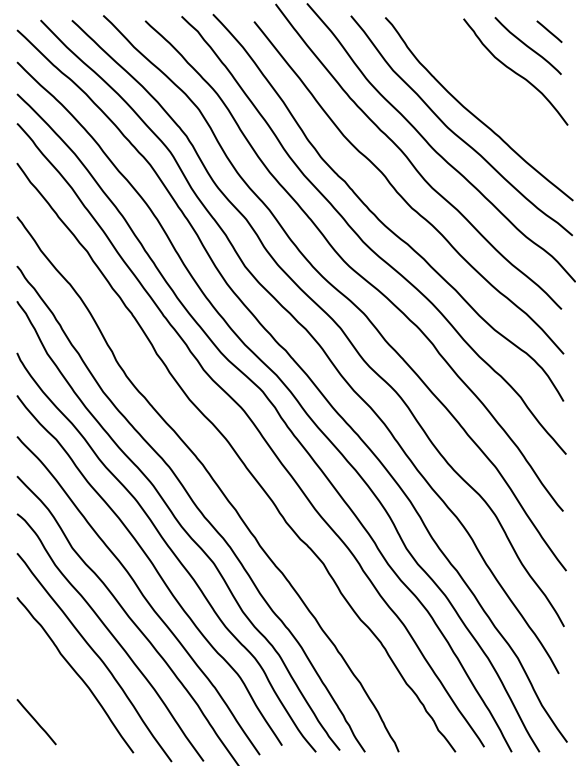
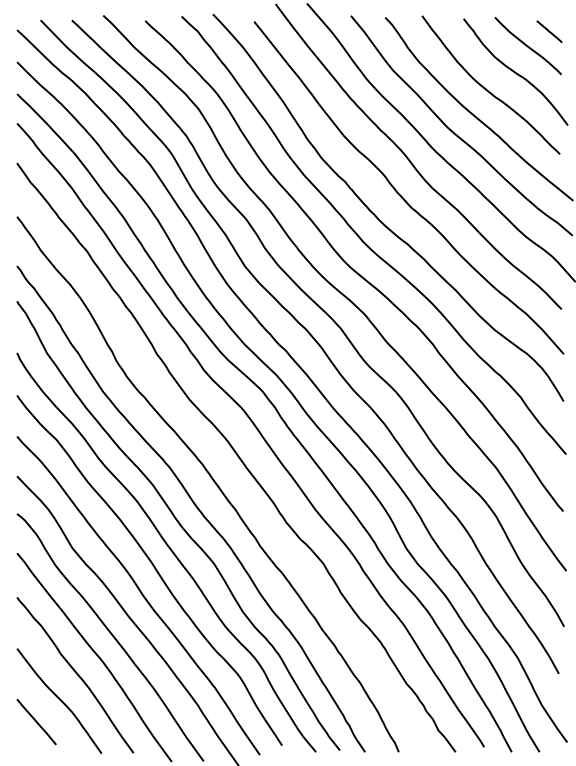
curve at (486, 88): none -> present
curve at (59, 700): none -> present
